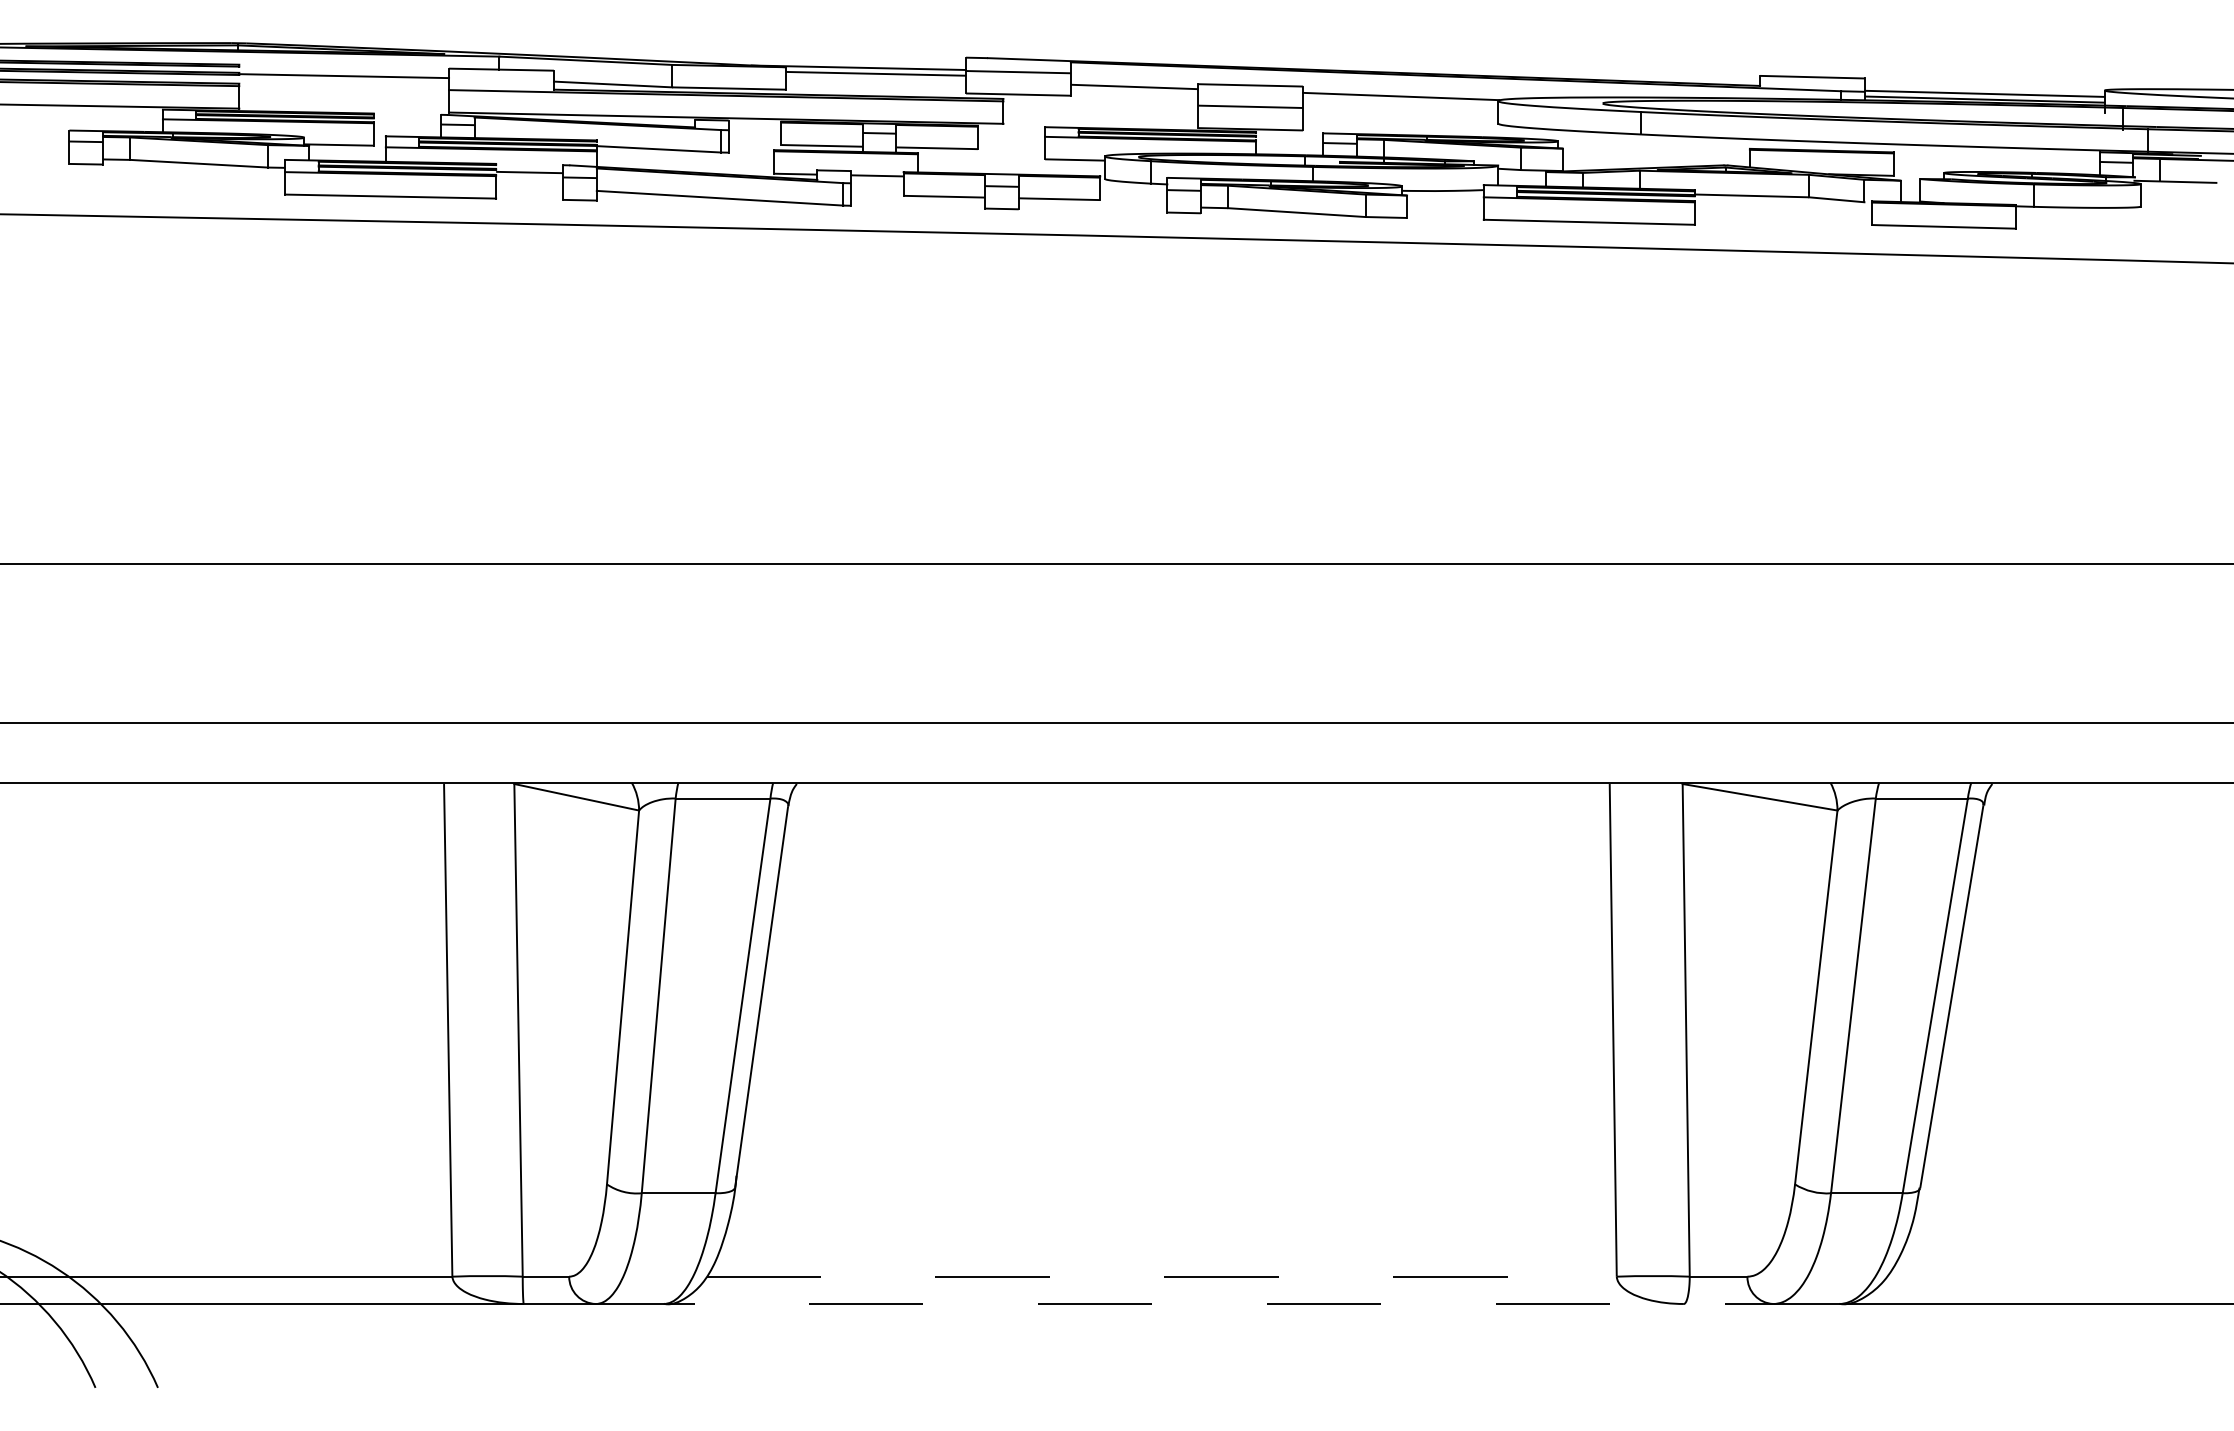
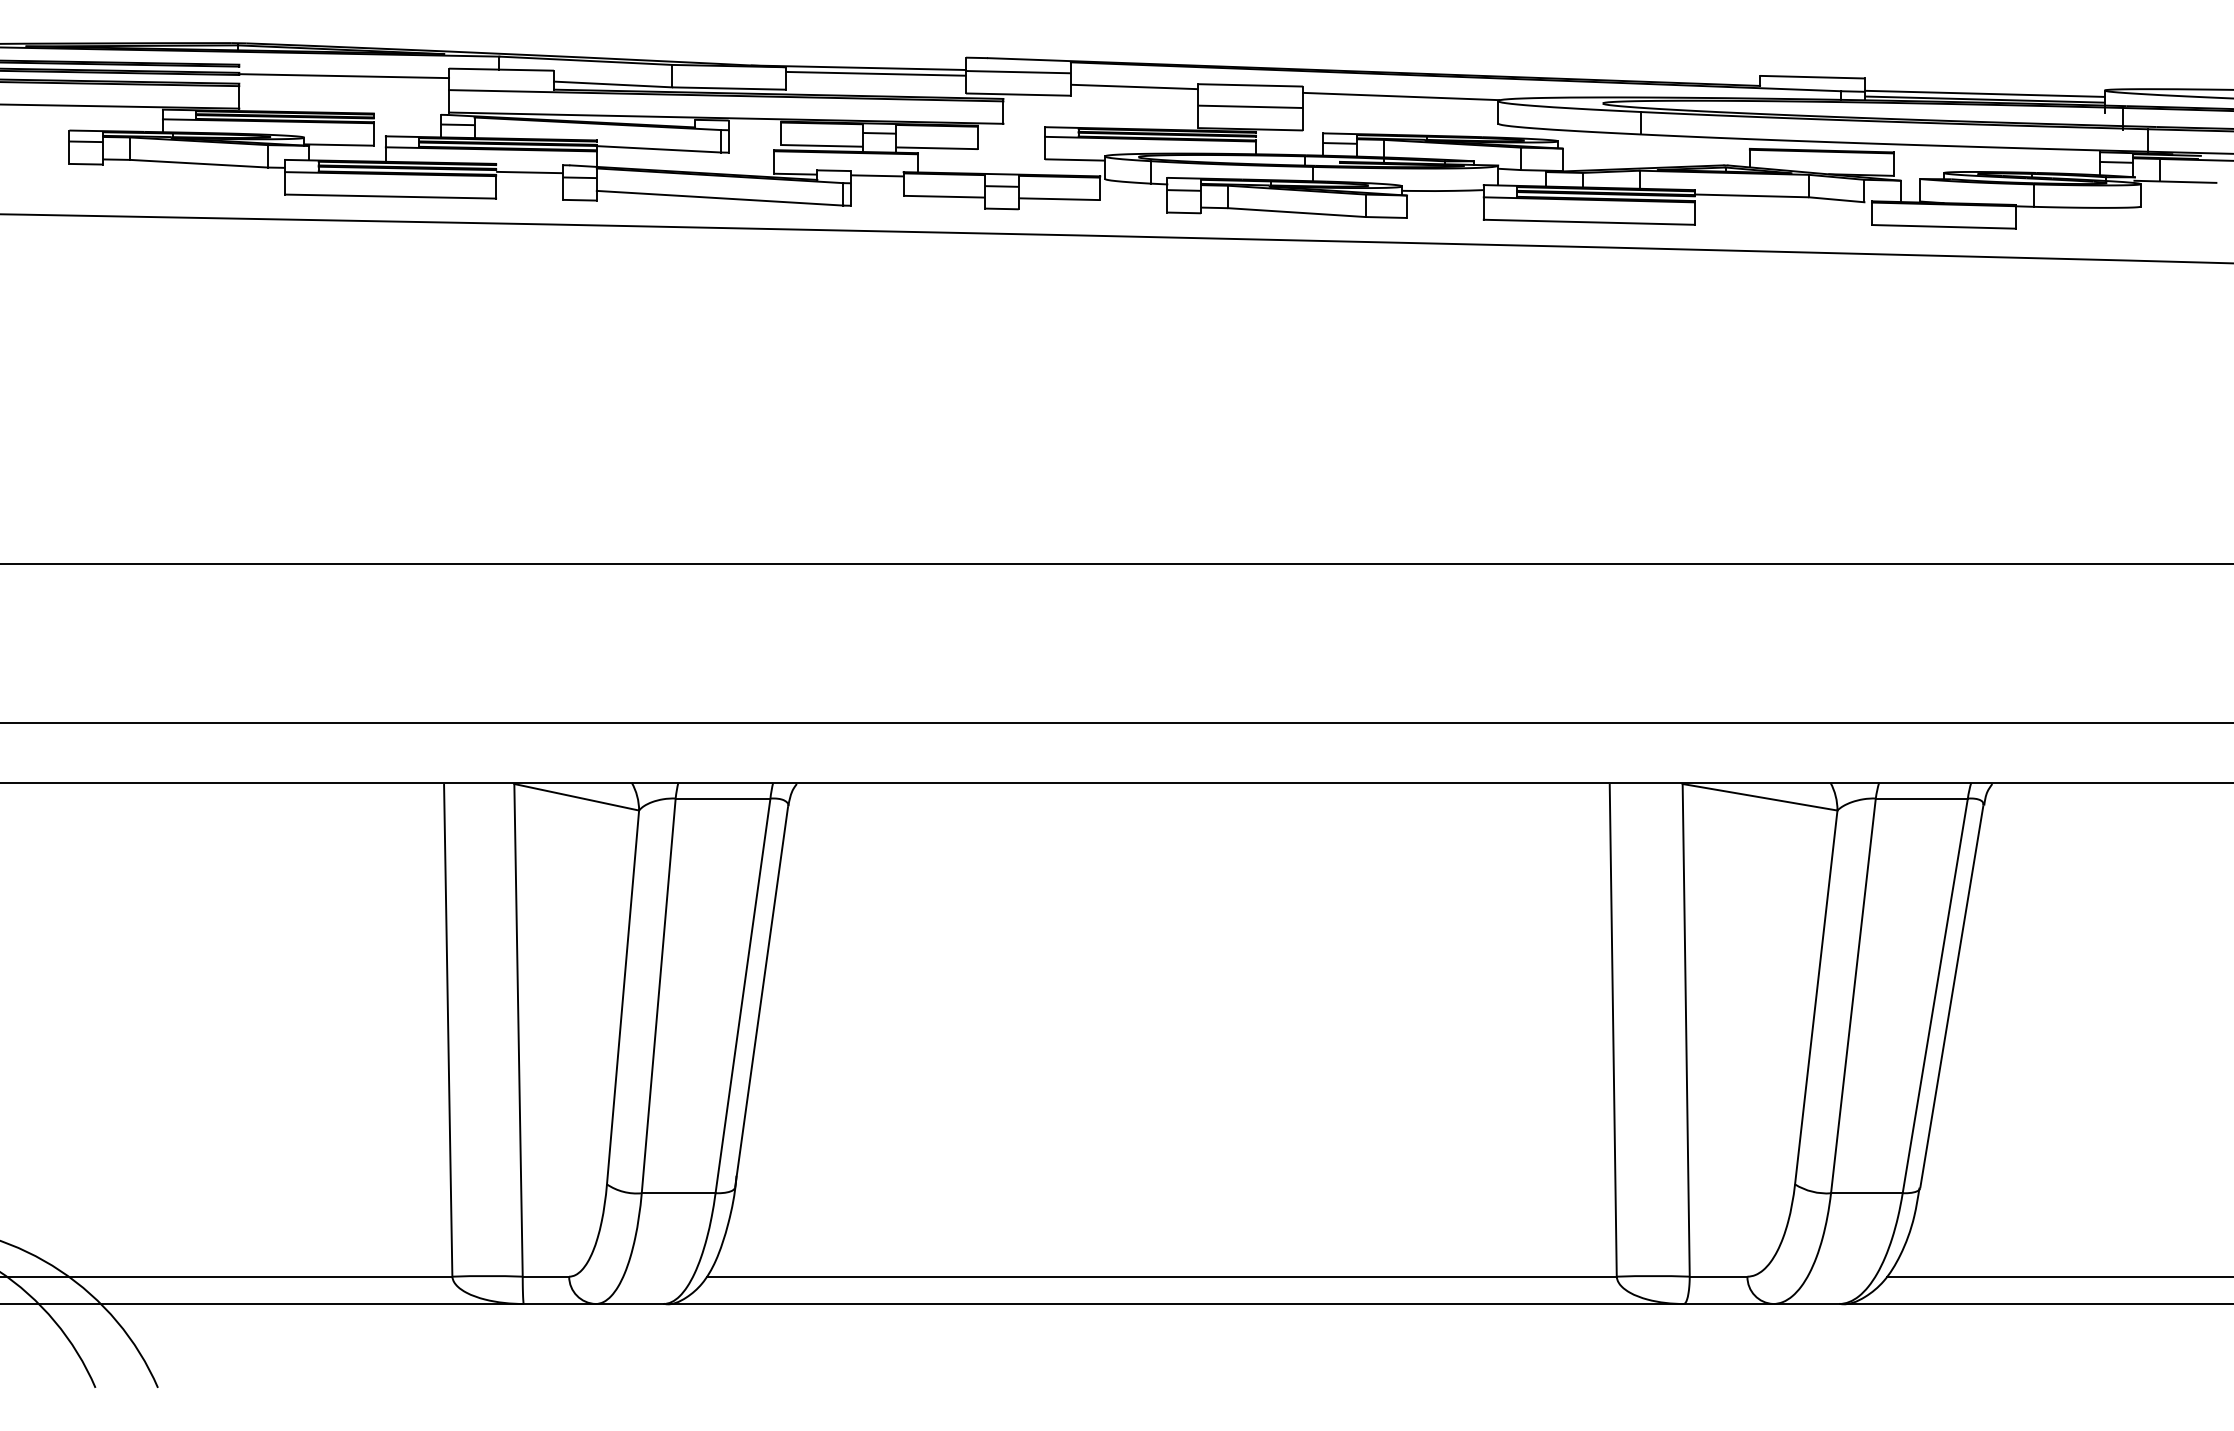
line at (1162, 1276): dashed -> solid
line at (2058, 1276): none -> present
line at (1251, 1303): dashed -> solid
